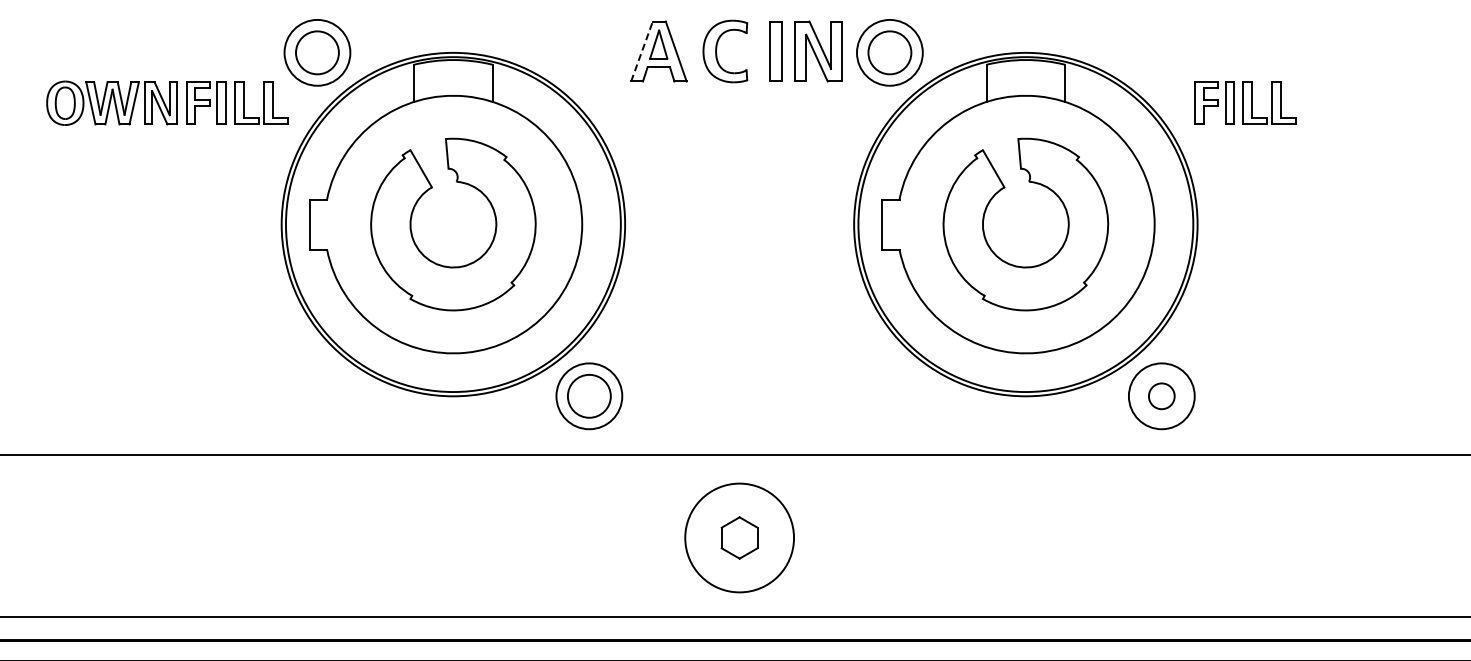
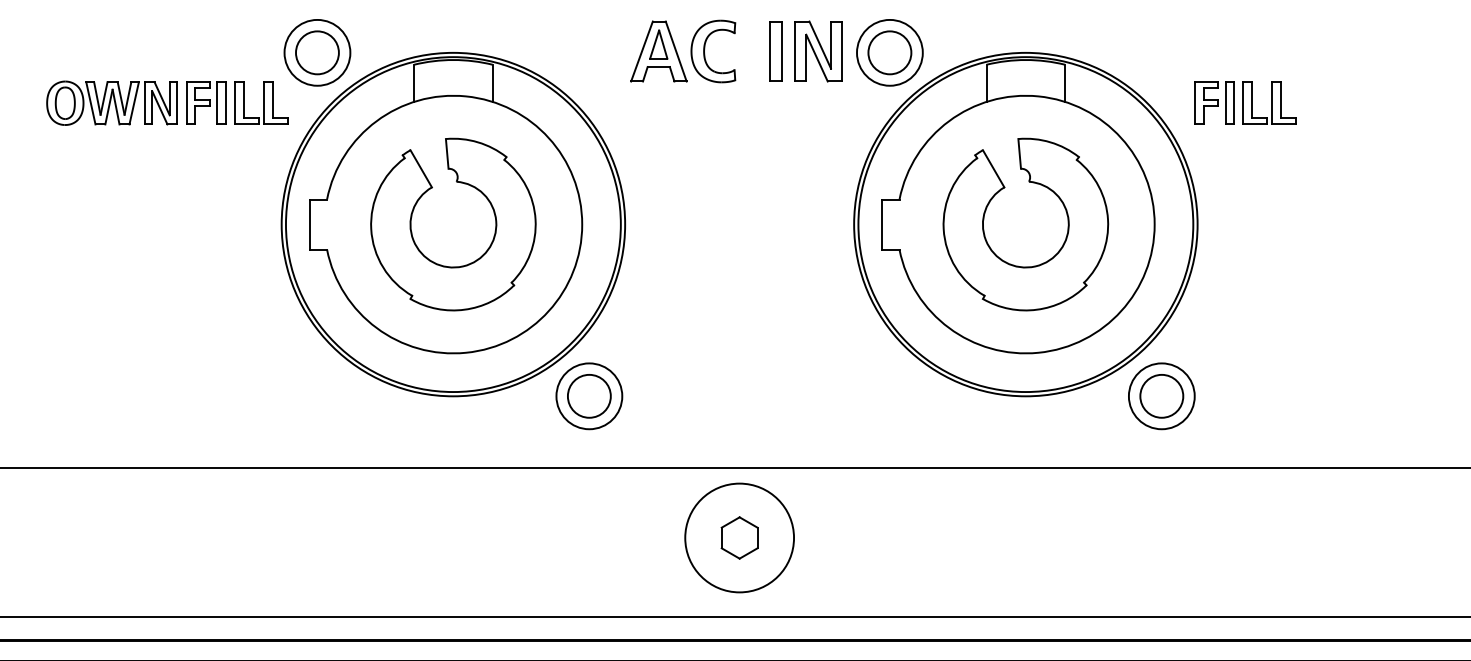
part at (717, 49) position: (717, 49) -> (705, 49)
line at (641, 51): dashed -> solid
circle at (1161, 396) diameter: 26 px -> 43 px
line at (734, 454) position: (734, 454) -> (734, 467)
